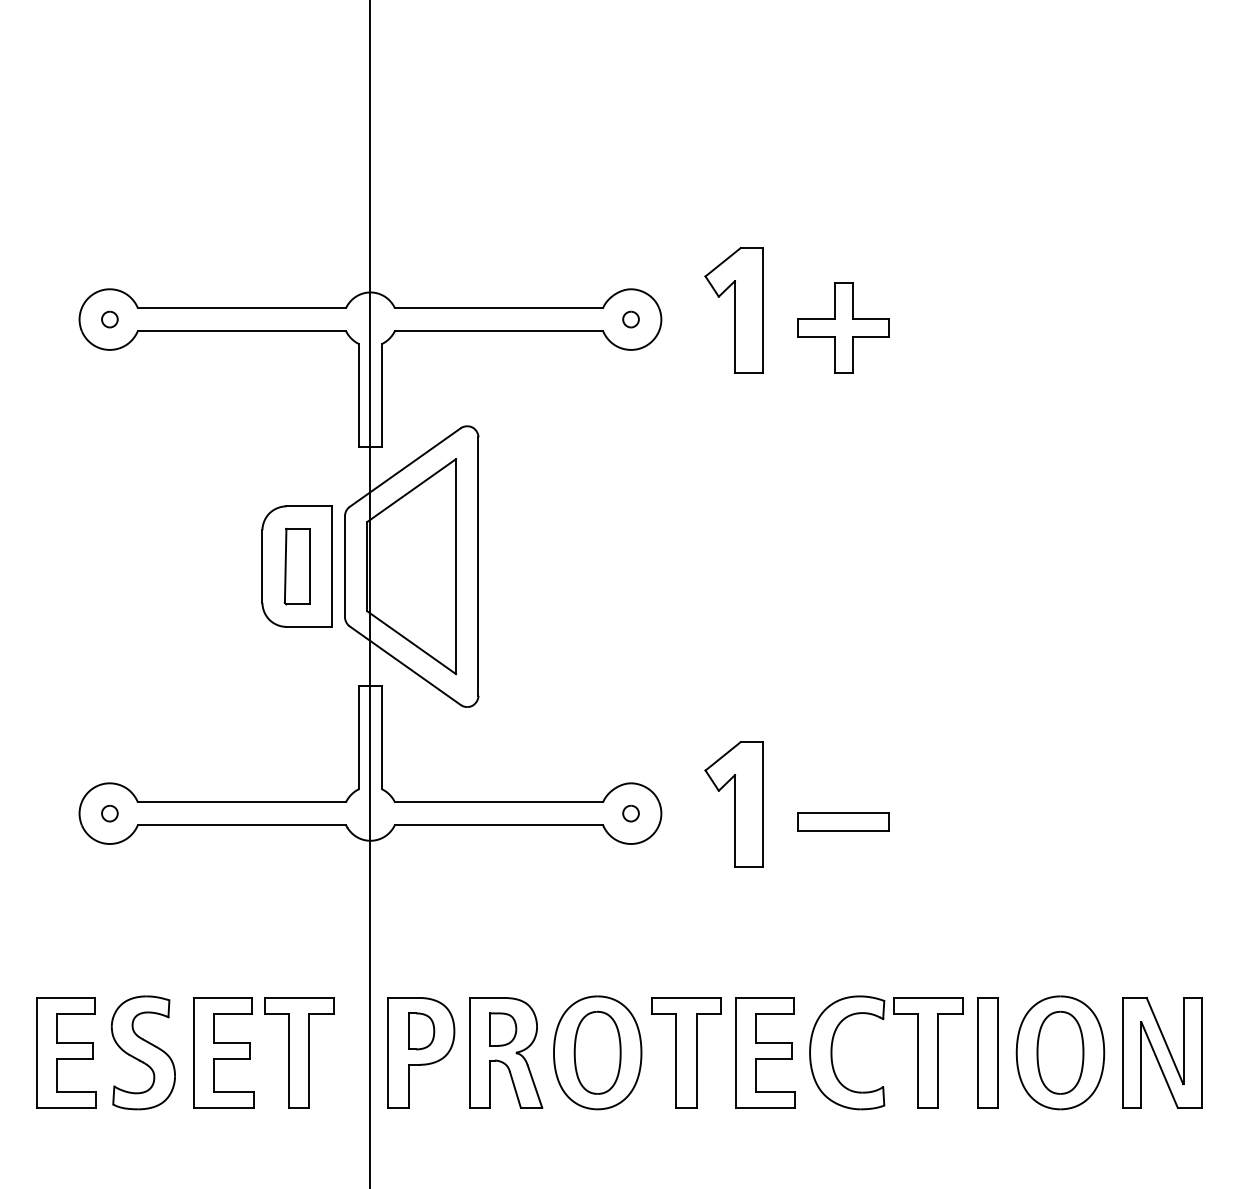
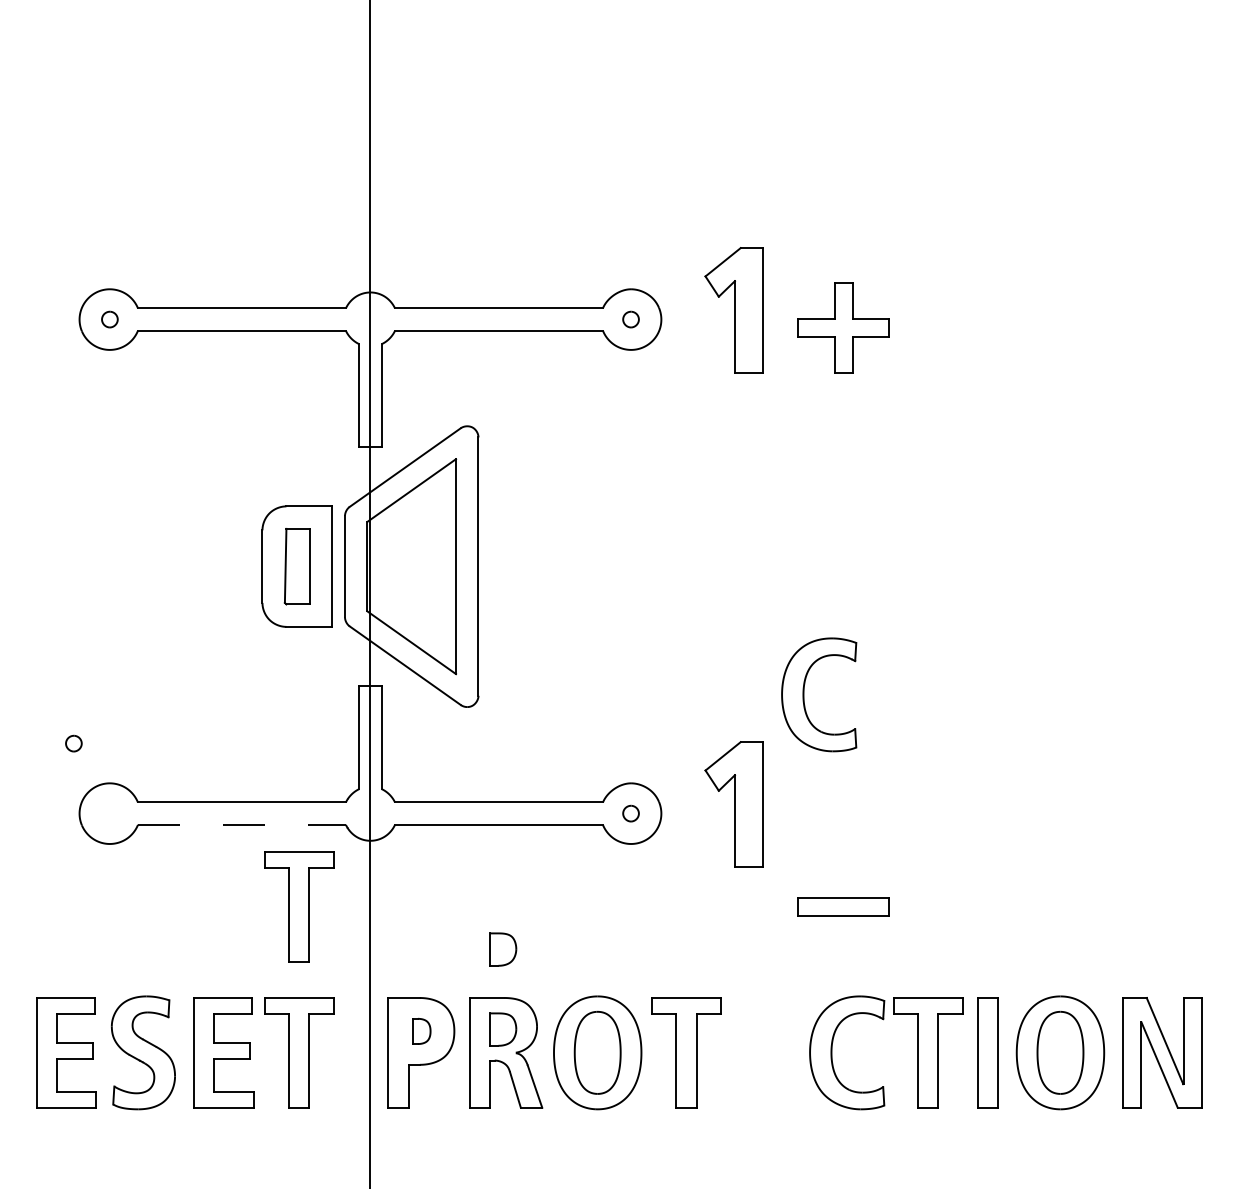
part at (804, 694): none -> present
part at (109, 813) position: (109, 813) -> (73, 743)
part at (843, 821) position: (843, 821) -> (843, 906)
line at (241, 824): solid -> dashed
part at (299, 906): none -> present
part at (503, 949): none -> present
part at (421, 1031) size: 28x39 px -> 20x27 px
part at (765, 1052): present -> none
